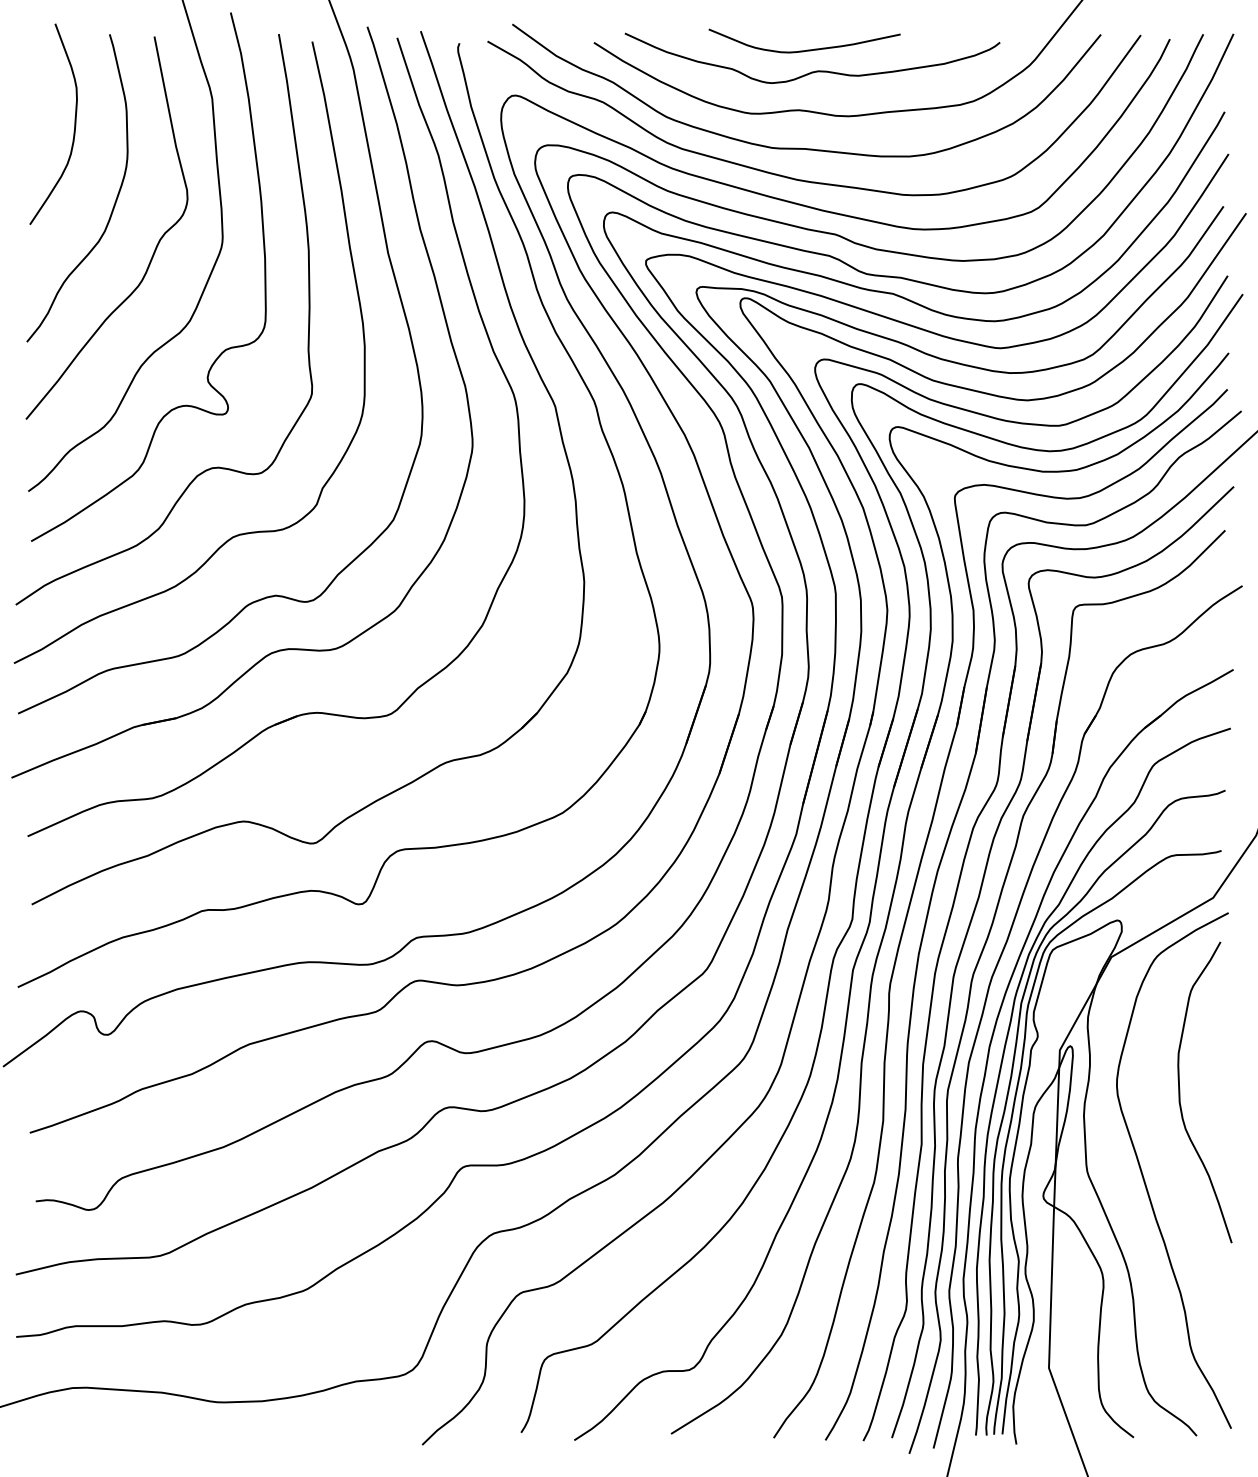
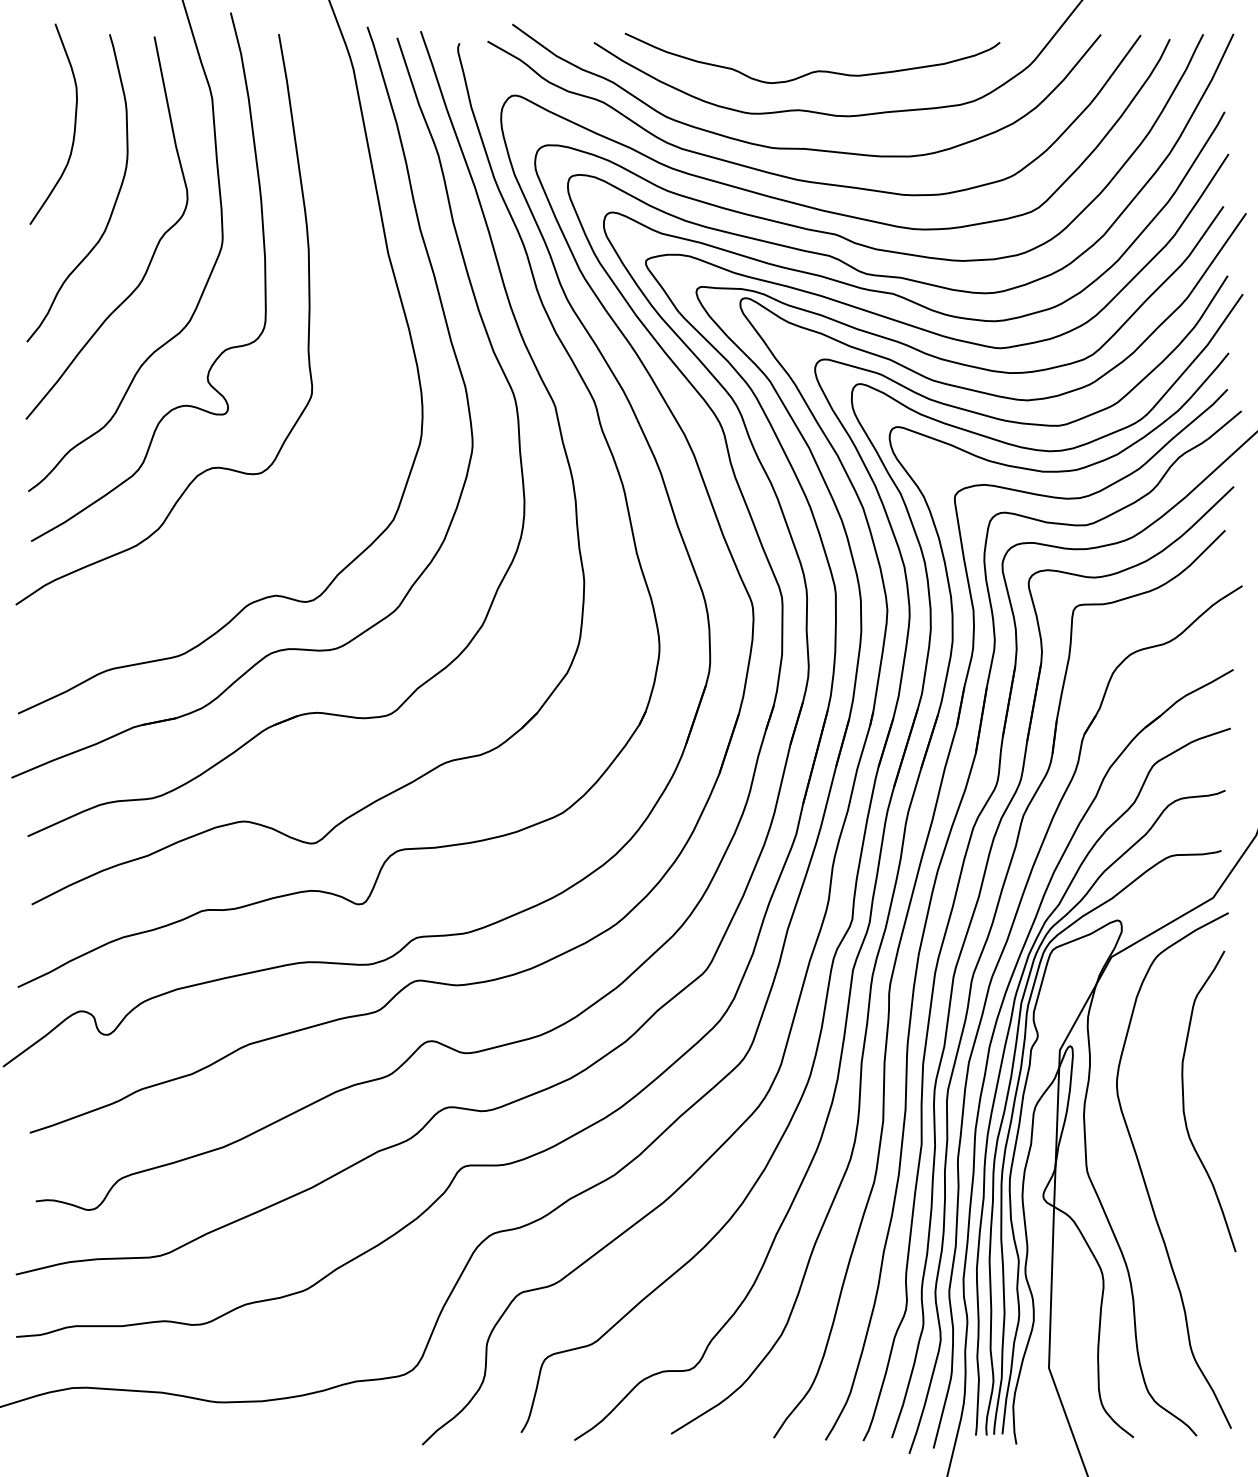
curve at (806, 49): present -> none
curve at (363, 352): present -> none
curve at (1180, 1092) position: (1180, 1092) -> (1184, 1101)
